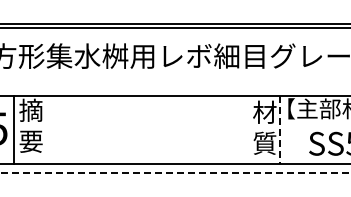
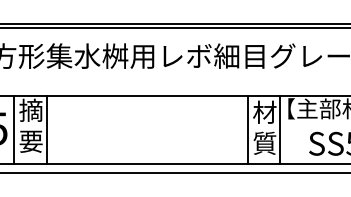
line at (46, 129): none -> present
line at (247, 129): none -> present
line at (280, 129): dashed -> solid
line at (175, 172): dashed -> solid
